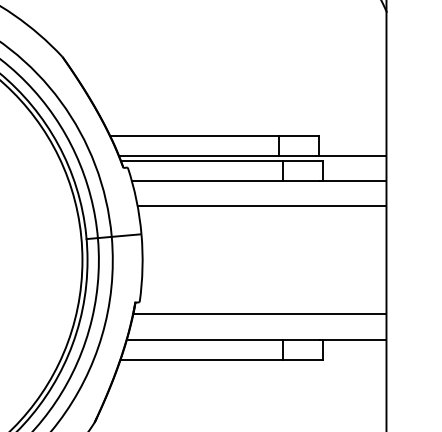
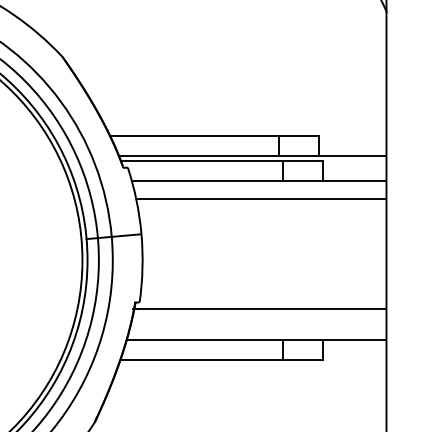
line at (261, 206) position: (261, 206) -> (261, 199)
line at (259, 314) position: (259, 314) -> (259, 309)
